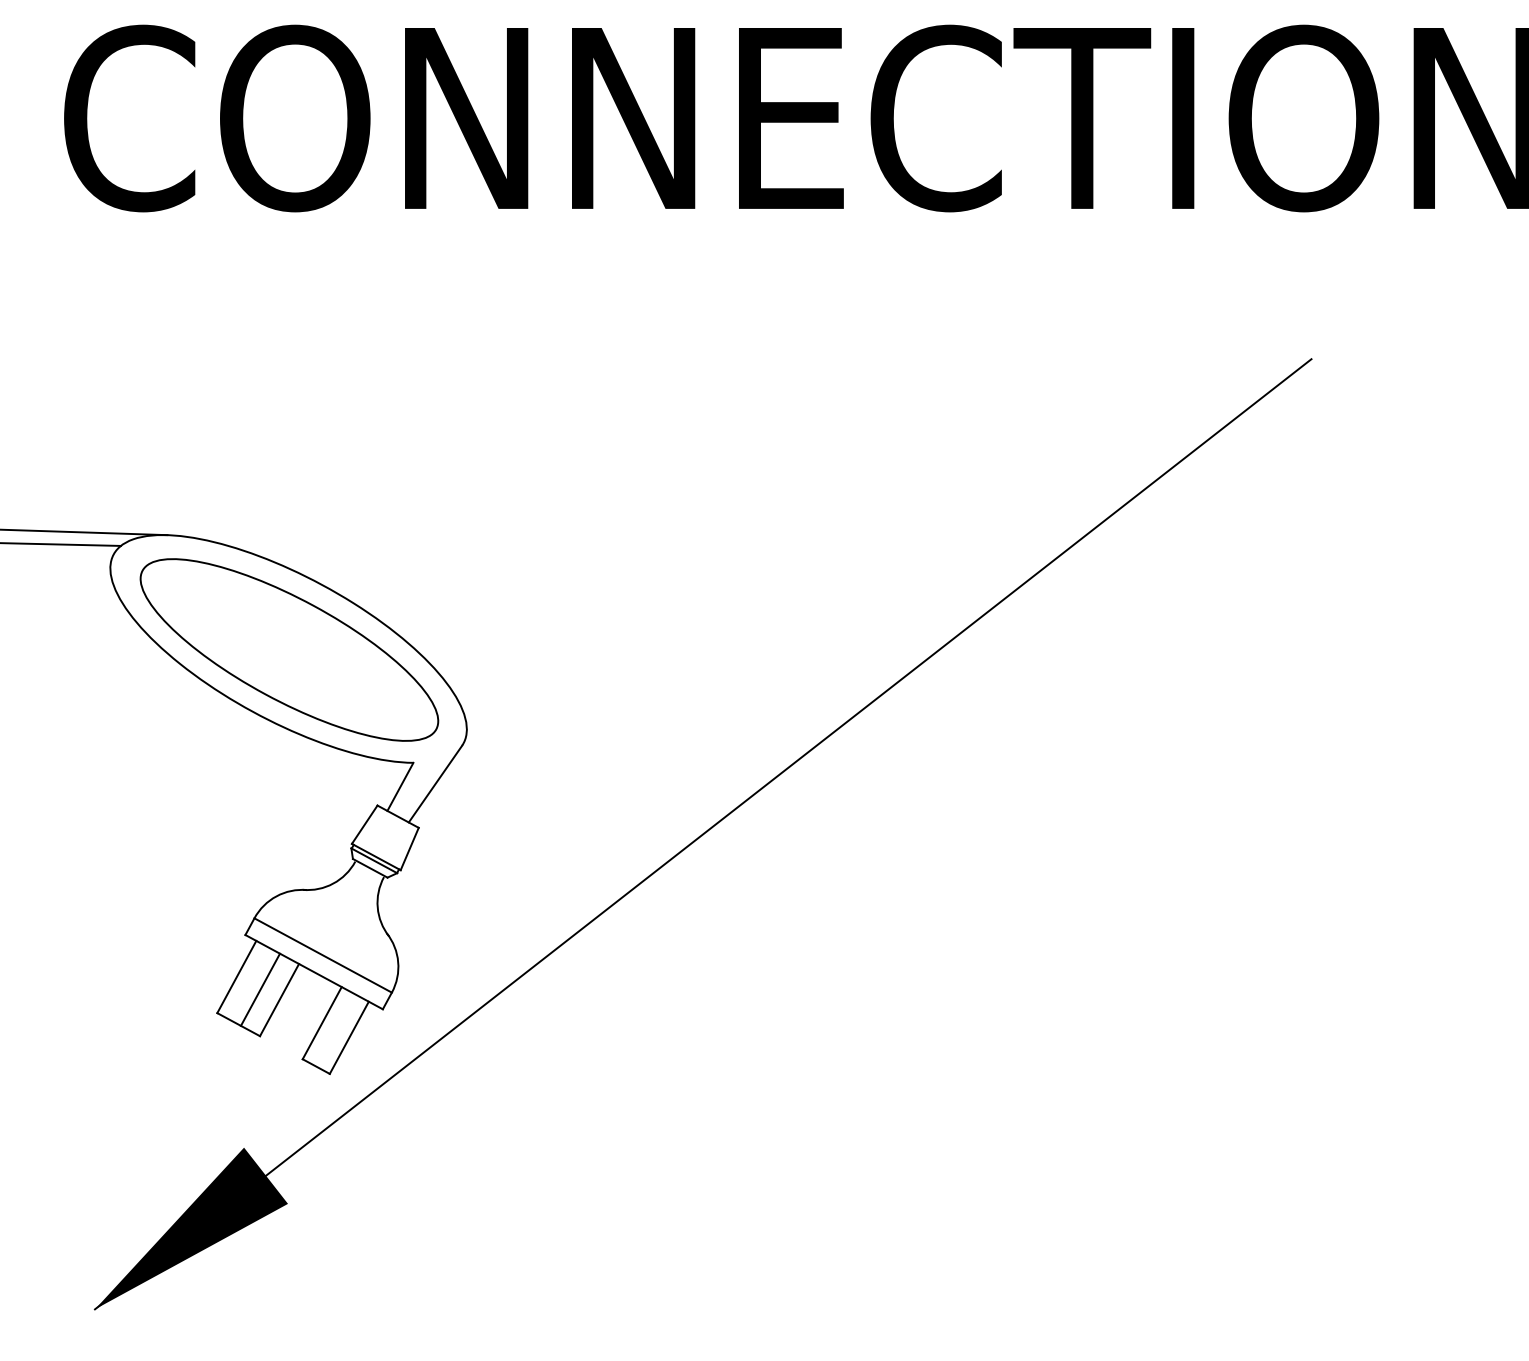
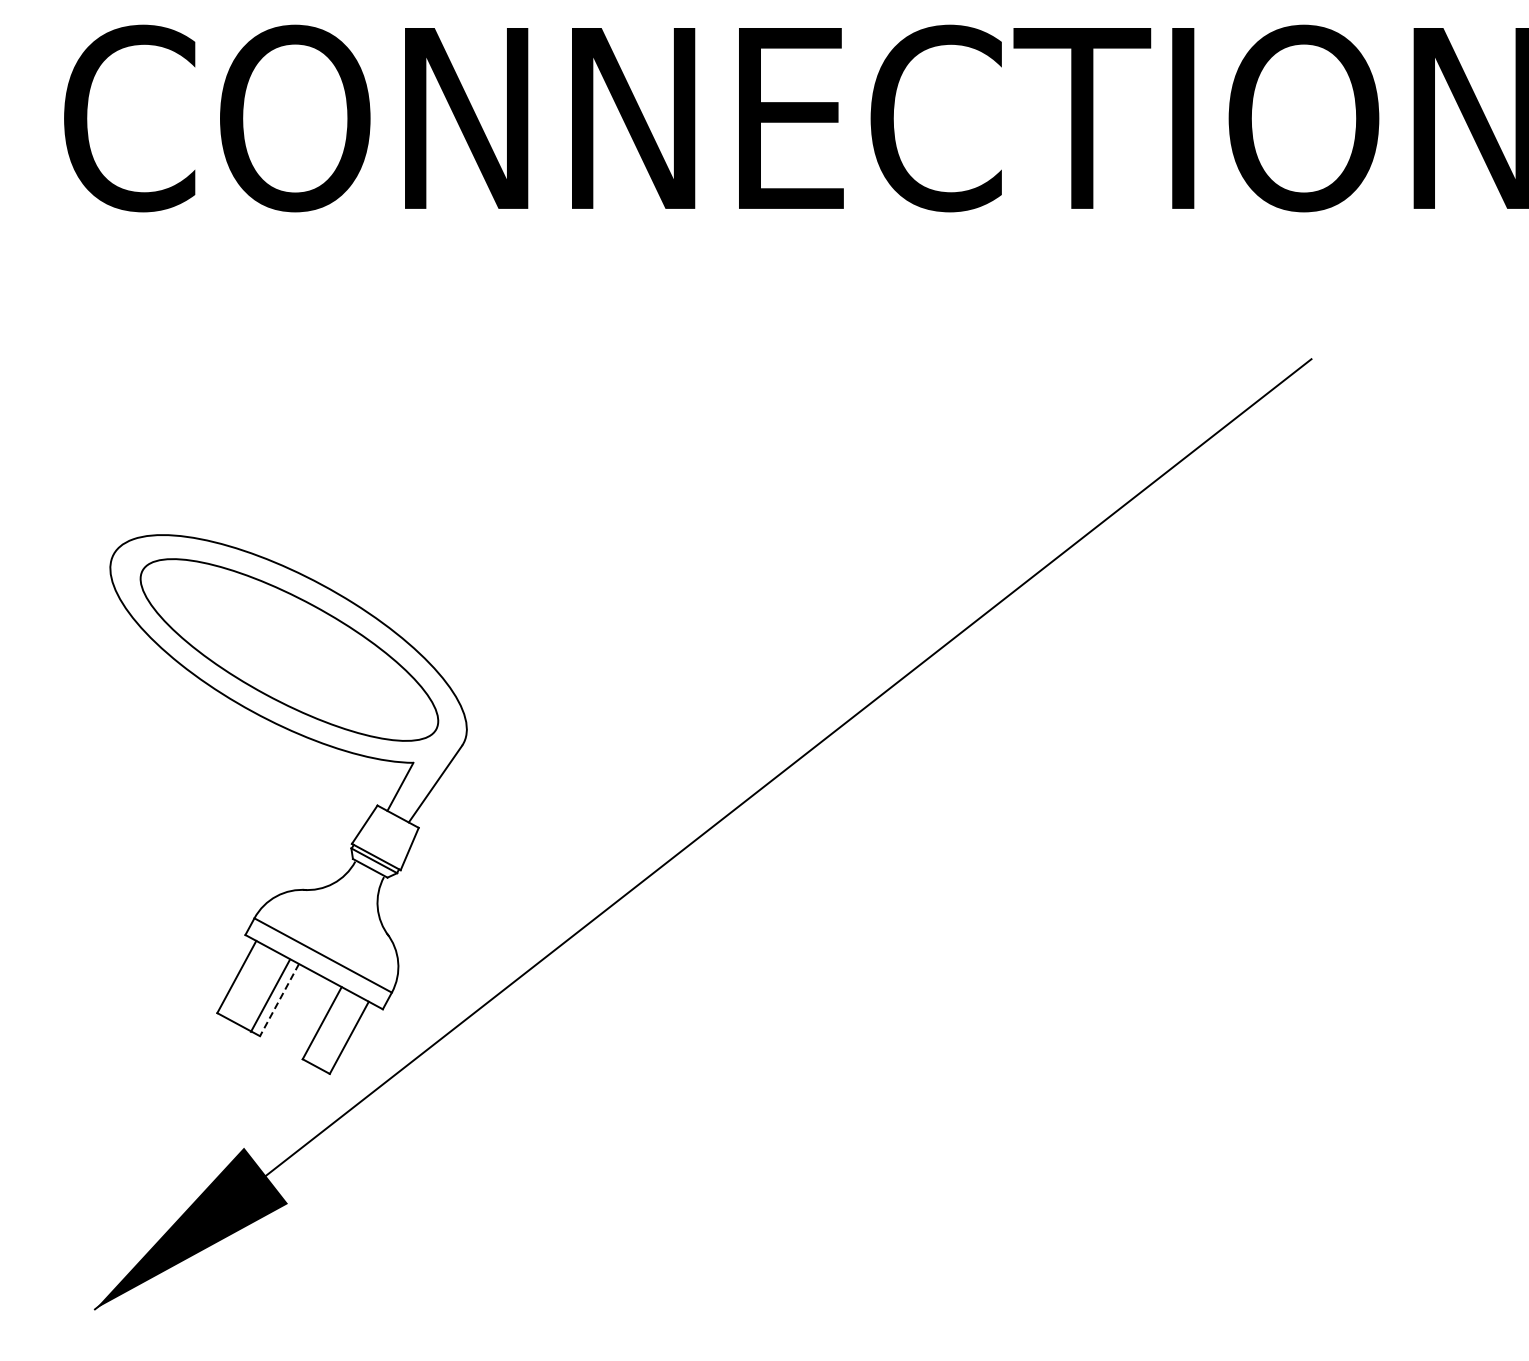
line at (84, 532): present -> none
line at (61, 544): present -> none
line at (260, 989) position: (260, 989) -> (270, 995)
line at (279, 1000): solid -> dashed
